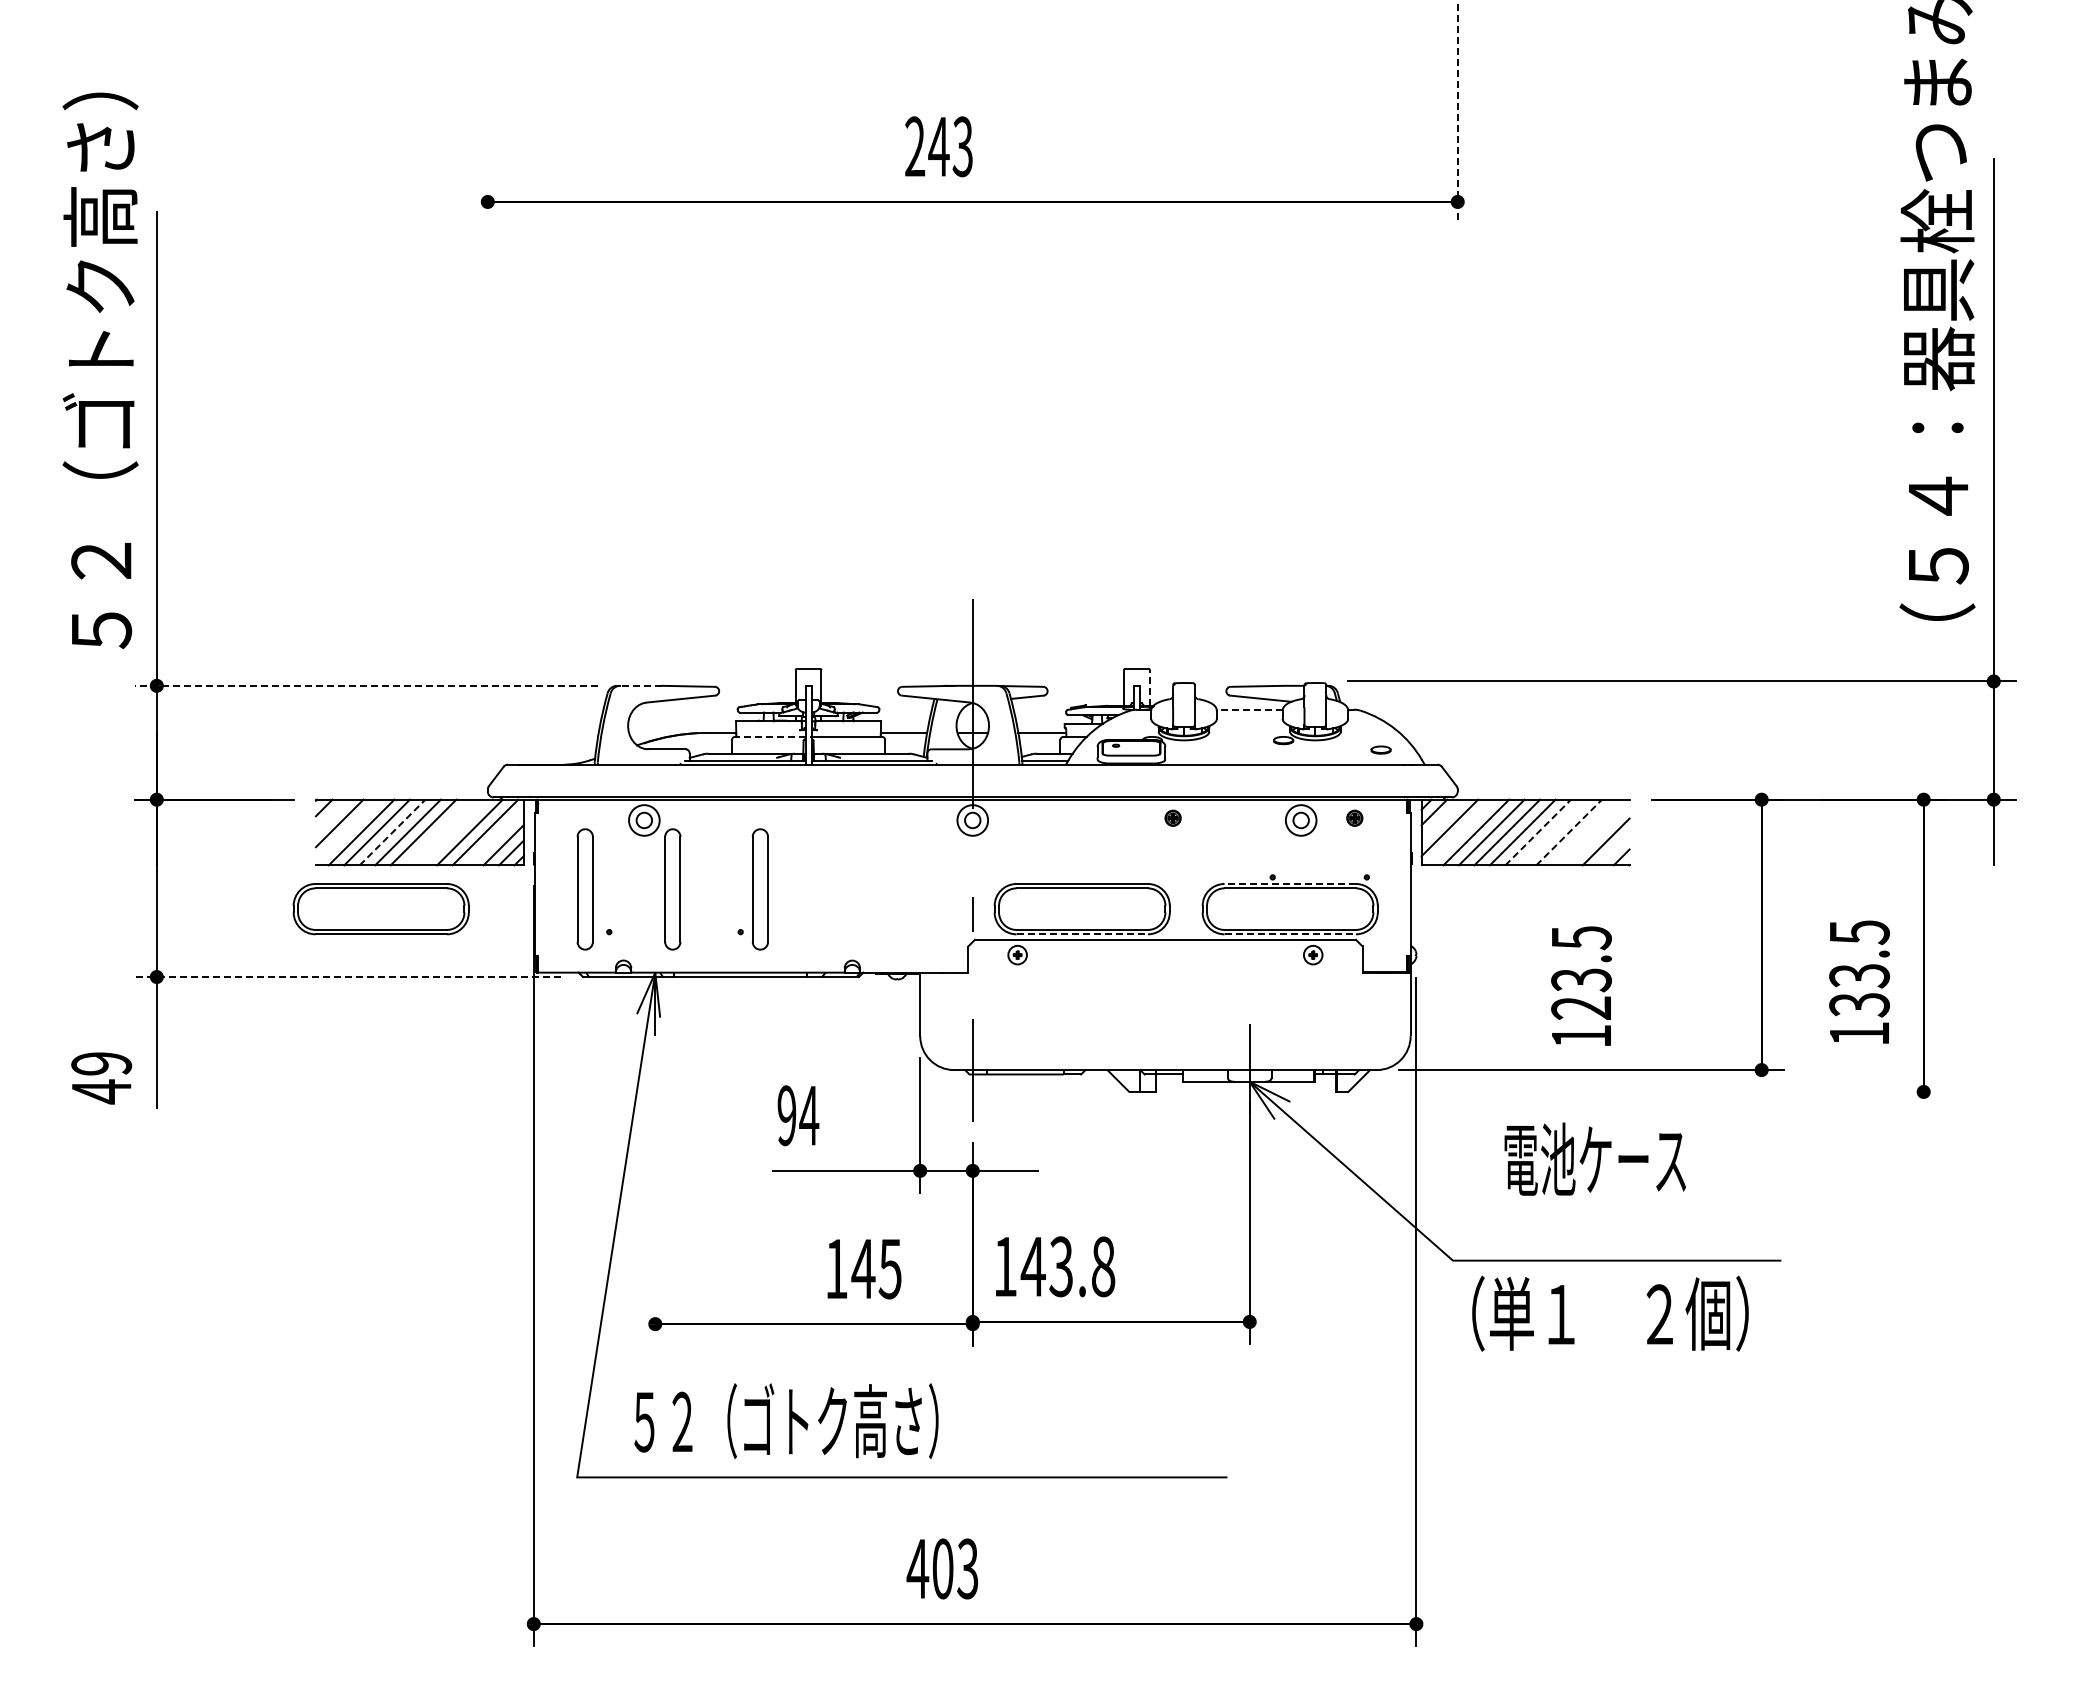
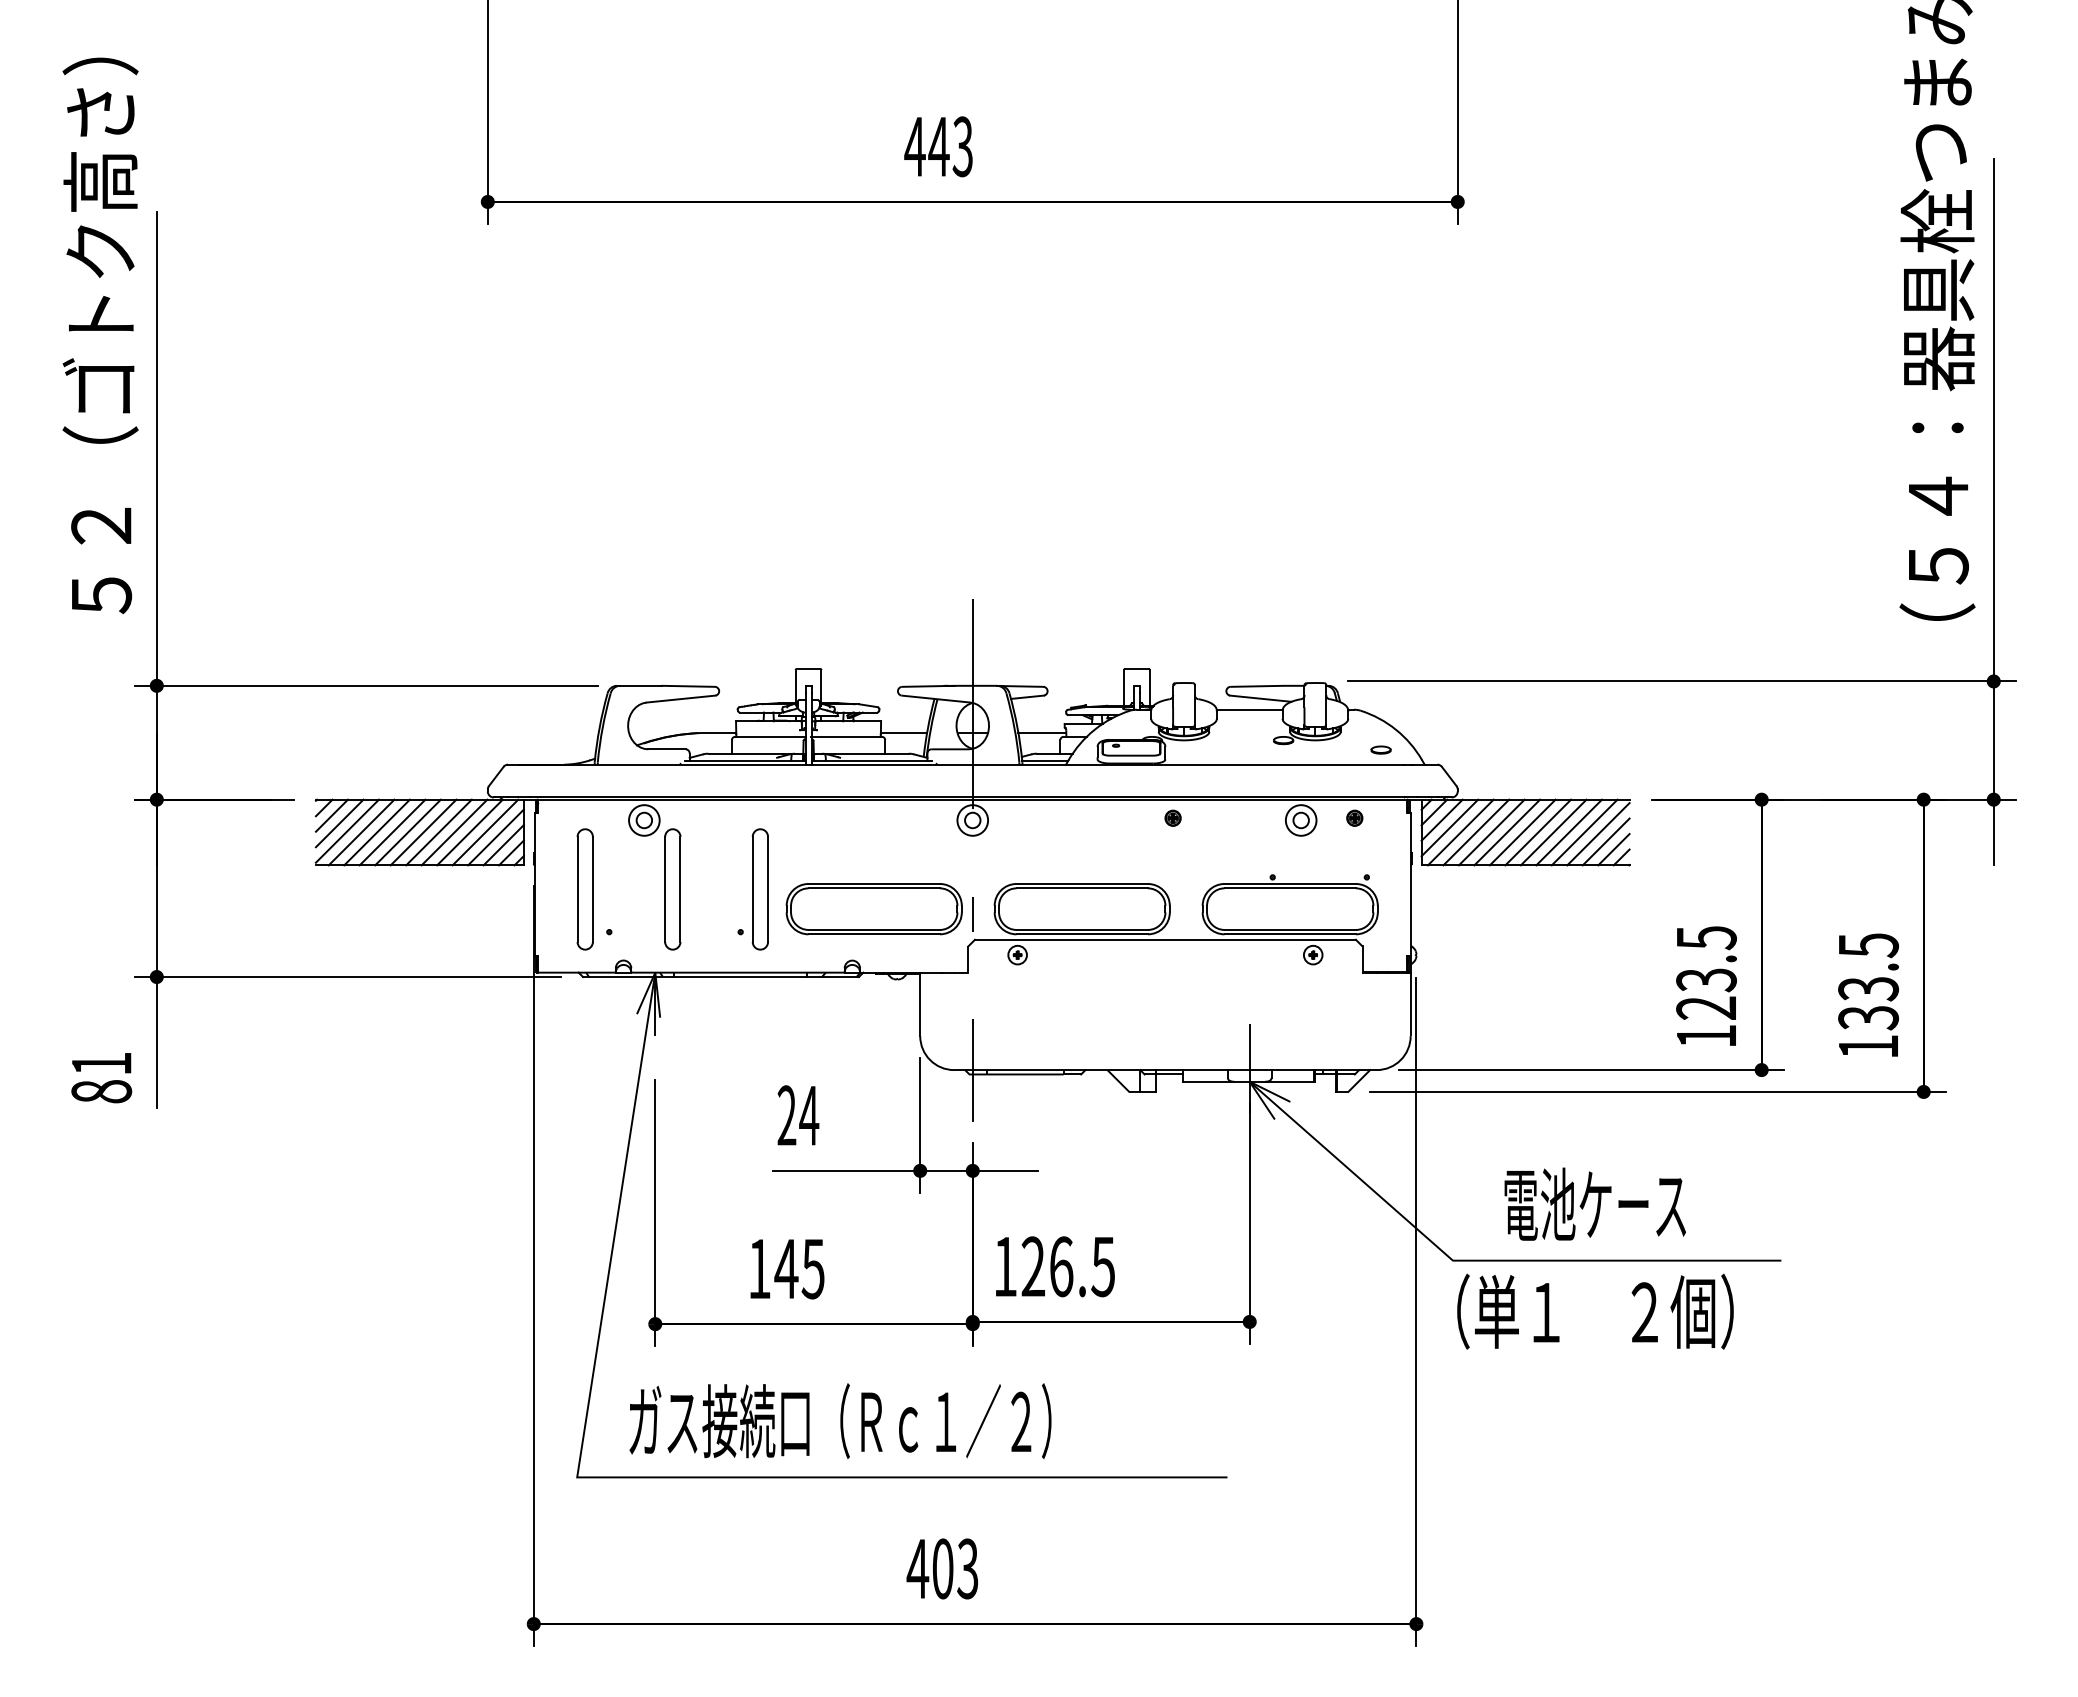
line at (487, 112): none -> present
line at (1457, 112): dashed -> solid
text at (914, 146): 243 -> 443
text at (100, 370) position: (100, 370) -> (100, 335)
line at (365, 685): dashed -> solid
line at (640, 685): dashed -> solid
line at (1149, 687): dashed -> solid
line at (1249, 709): dashed -> solid
line at (769, 736): dashed -> solid
line at (331, 815): none -> present
line at (1441, 819): none -> present
line at (346, 830): none -> present
line at (392, 832): dashed -> solid
line at (438, 832): none -> present
line at (454, 832): none -> present
line at (1460, 832): none -> present
line at (1538, 832): dashed -> solid
line at (1553, 832): none -> present
line at (1569, 832): dashed -> solid
line at (1584, 832): none -> present
line at (1598, 834): none -> present
line at (495, 837): none -> present
line at (1613, 849): none -> present
line at (1290, 883): dashed -> solid
part at (380, 909) position: (380, 909) -> (873, 909)
line at (1082, 934): dashed -> solid
line at (1290, 934): dashed -> solid
line at (347, 977): dashed -> solid
text at (1859, 981) position: (1859, 981) -> (1868, 994)
text at (1581, 985) position: (1581, 985) -> (1706, 985)
text at (101, 1078): 49 -> 81
line at (1657, 1091): none -> present
text at (786, 1115): 94 -> 24
text at (1594, 1158) position: (1594, 1158) -> (1594, 1203)
line at (655, 1212): none -> present
text at (1067, 1266): 143.8 -> 126.5
text at (864, 1269) position: (864, 1269) -> (787, 1269)
text at (1610, 1313) position: (1610, 1313) -> (1595, 1311)
text at (840, 1421): ５２（ゴトク高さ） -> ガス接続口（Ｒｃ１／２）
